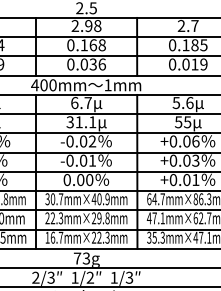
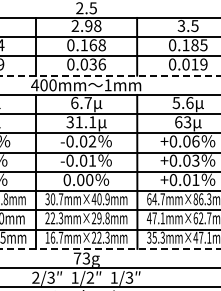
text at (187, 26): 2.7 -> 3.5
line at (110, 75): solid -> dashed
text at (183, 122): 55 -> 63
line at (110, 248): solid -> dashed
